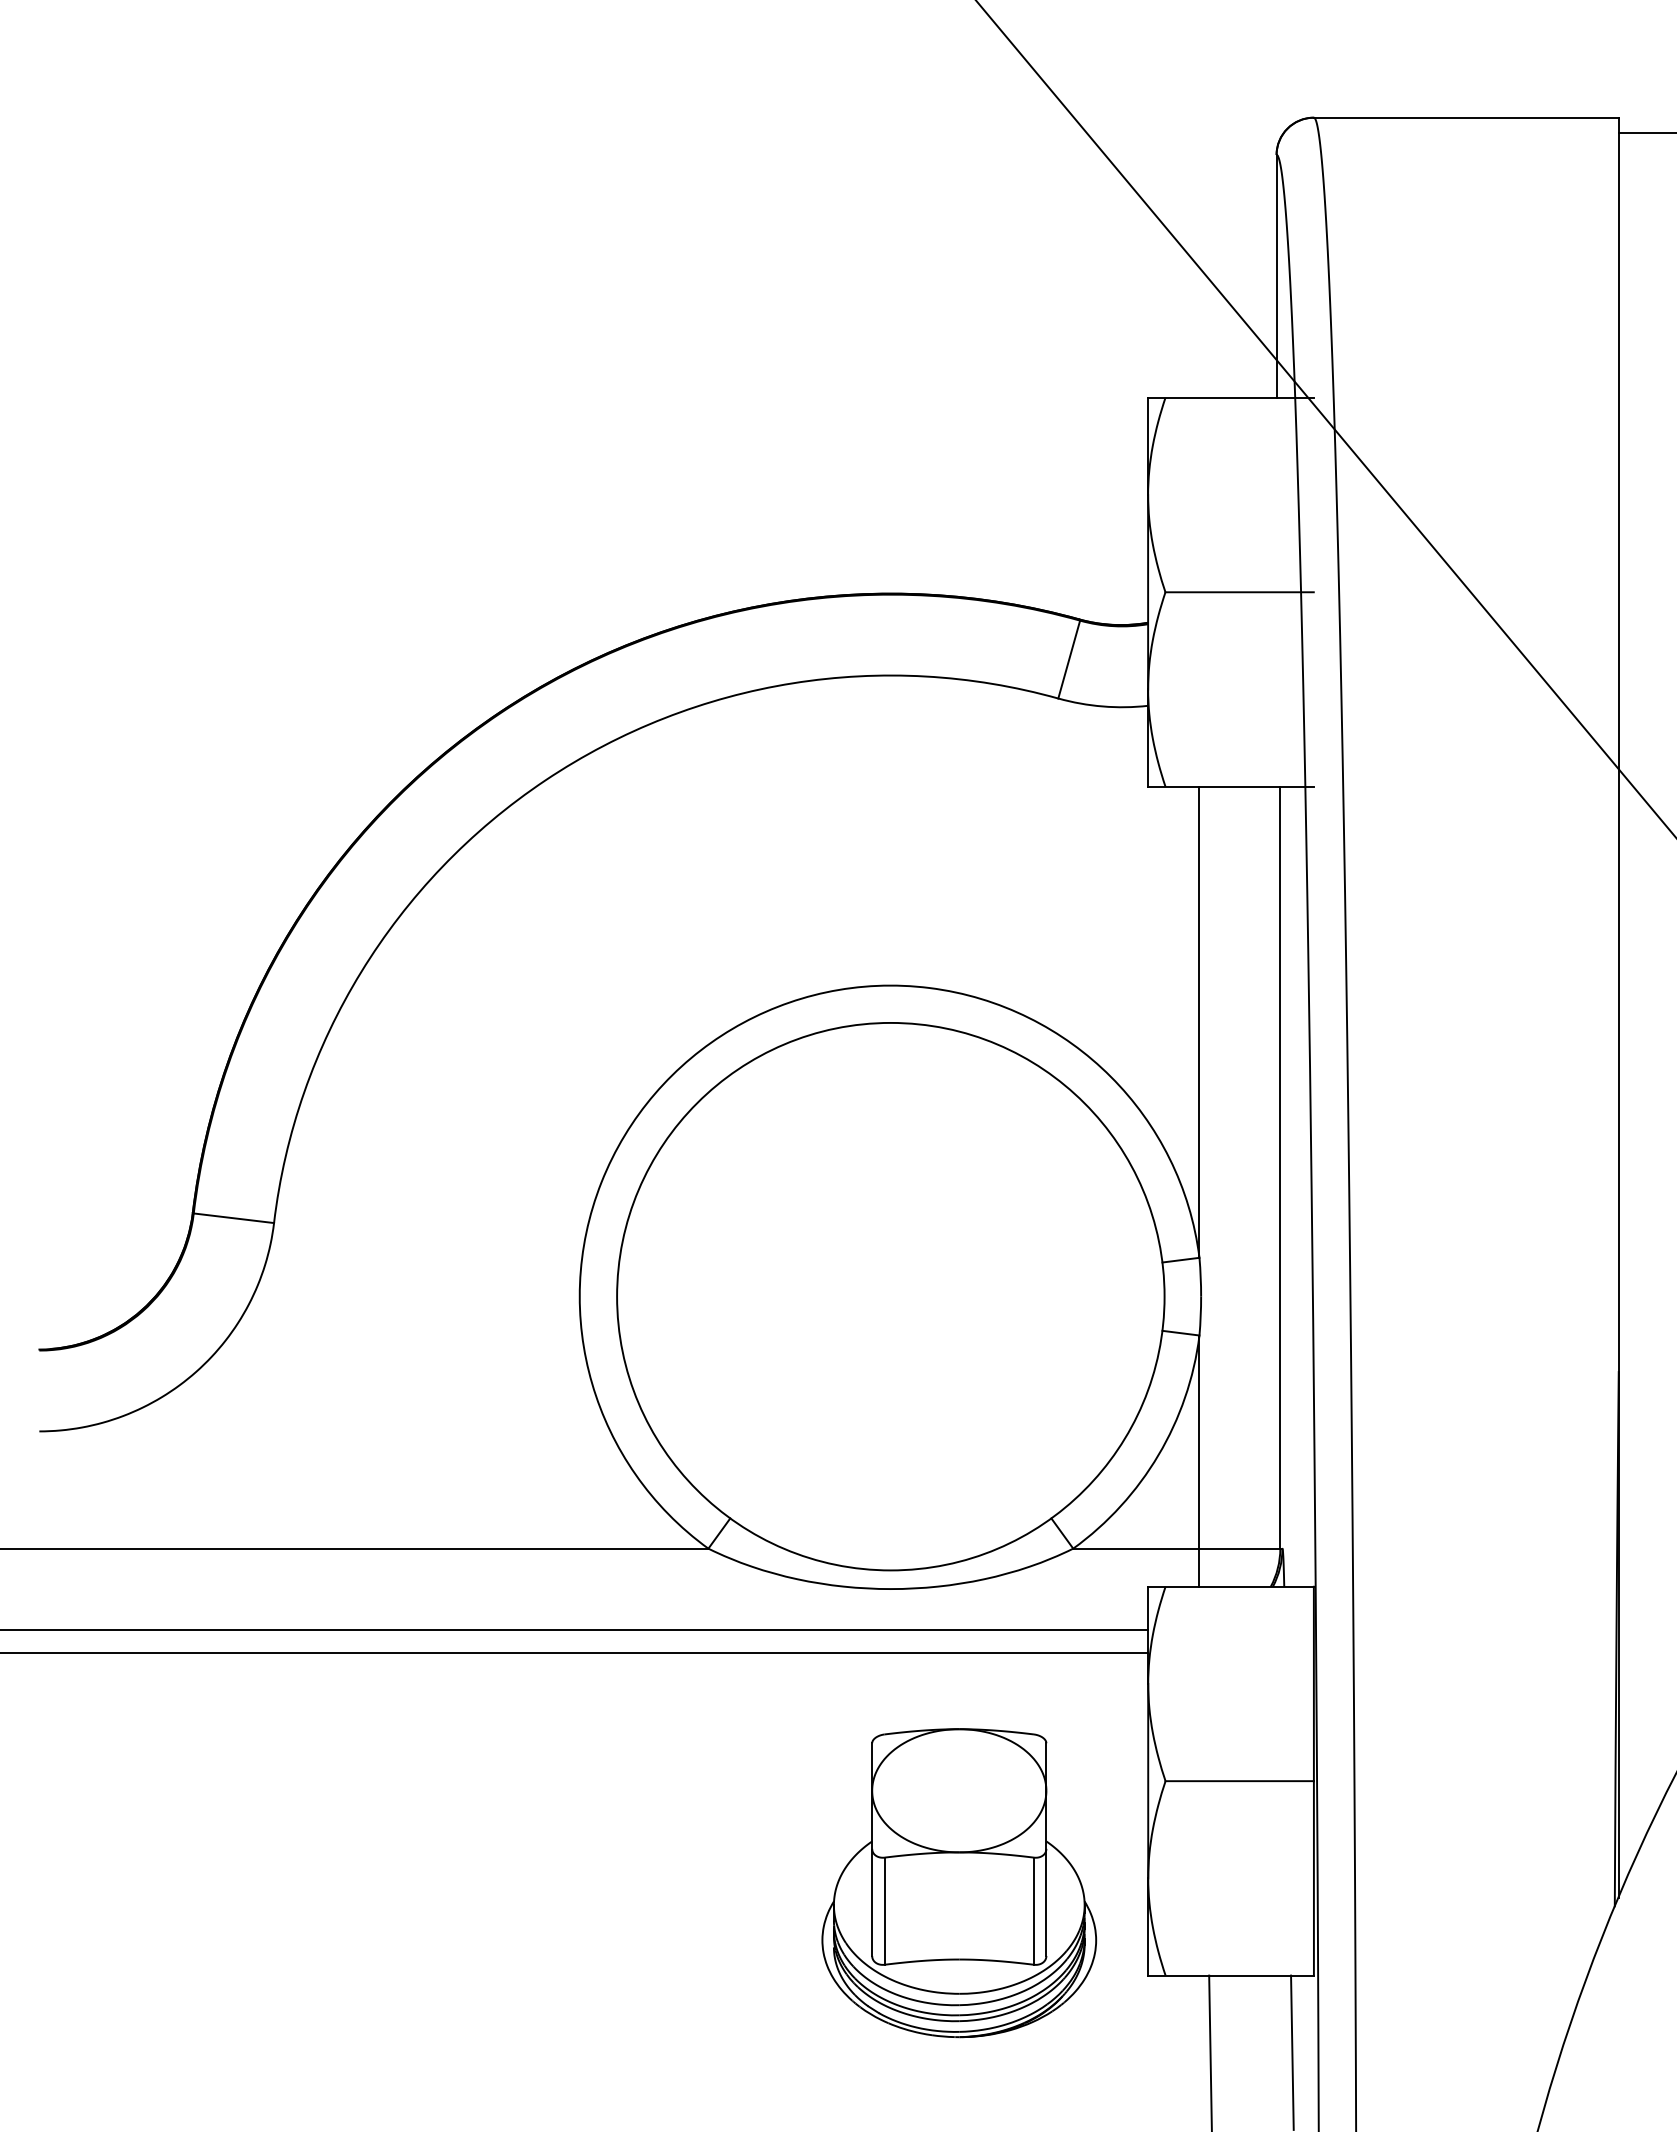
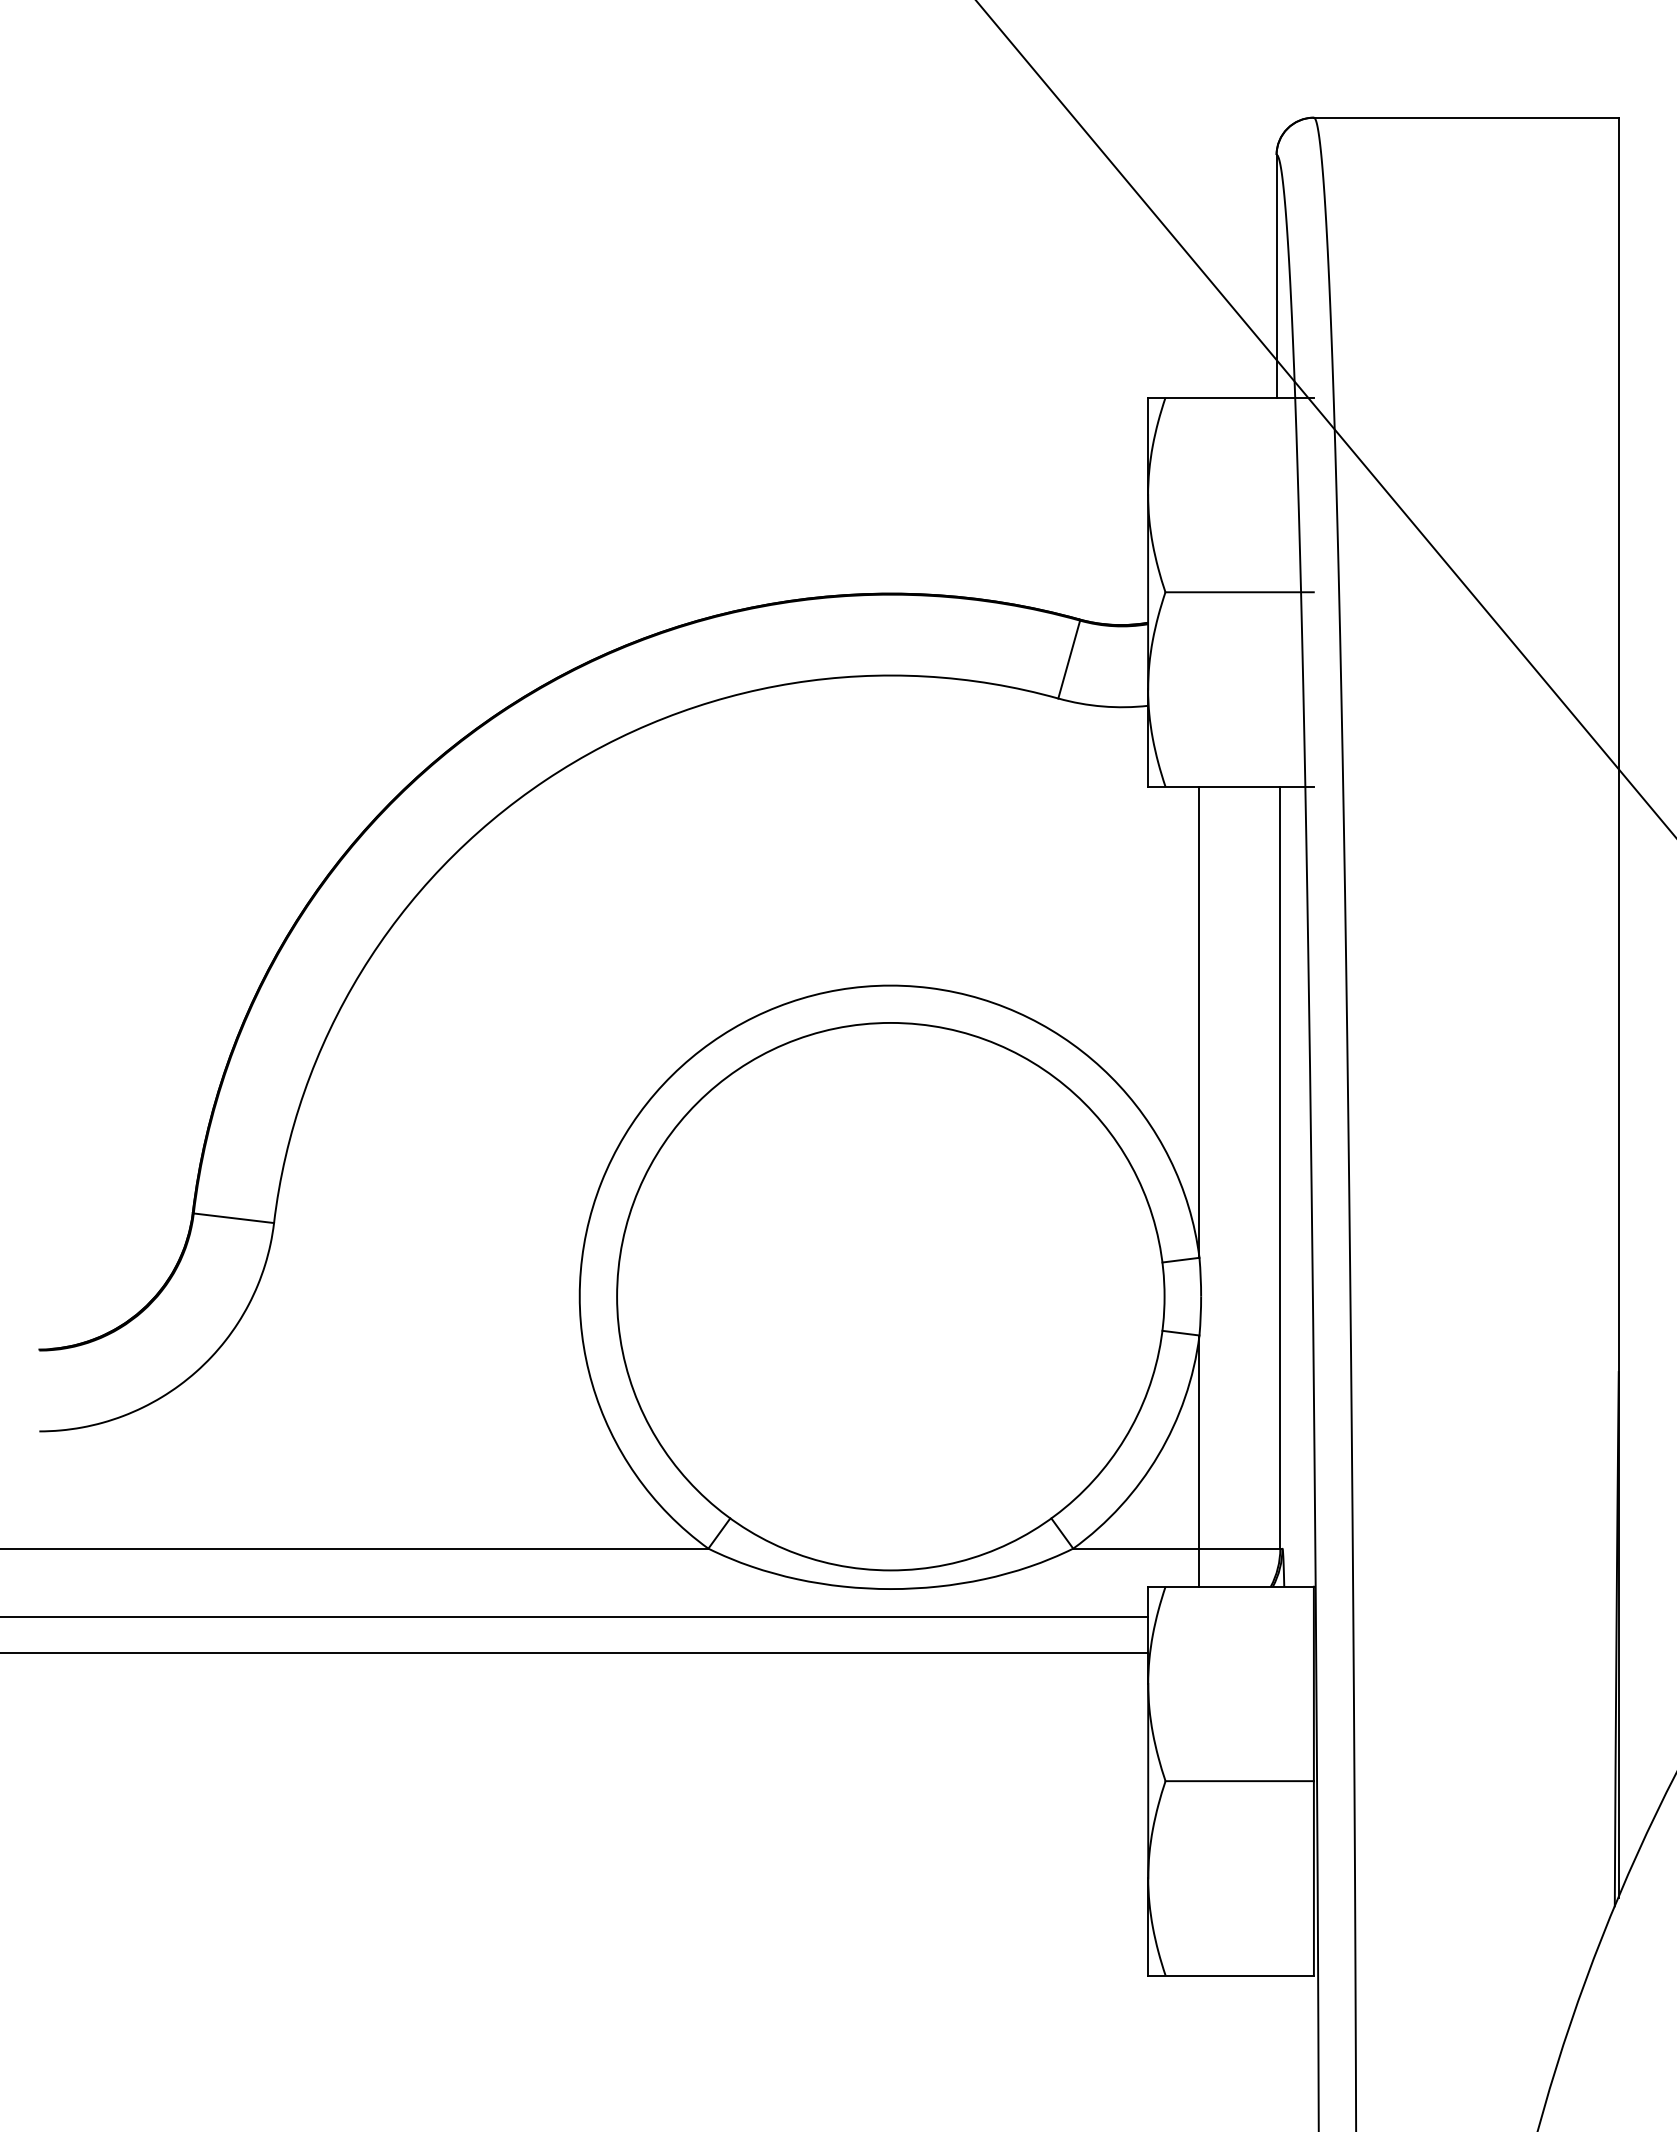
line at (1645, 133): present -> none
line at (575, 1629) position: (575, 1629) -> (575, 1616)
part at (959, 1883): present -> none
line at (1210, 2051): present -> none
line at (1292, 2051): present -> none
